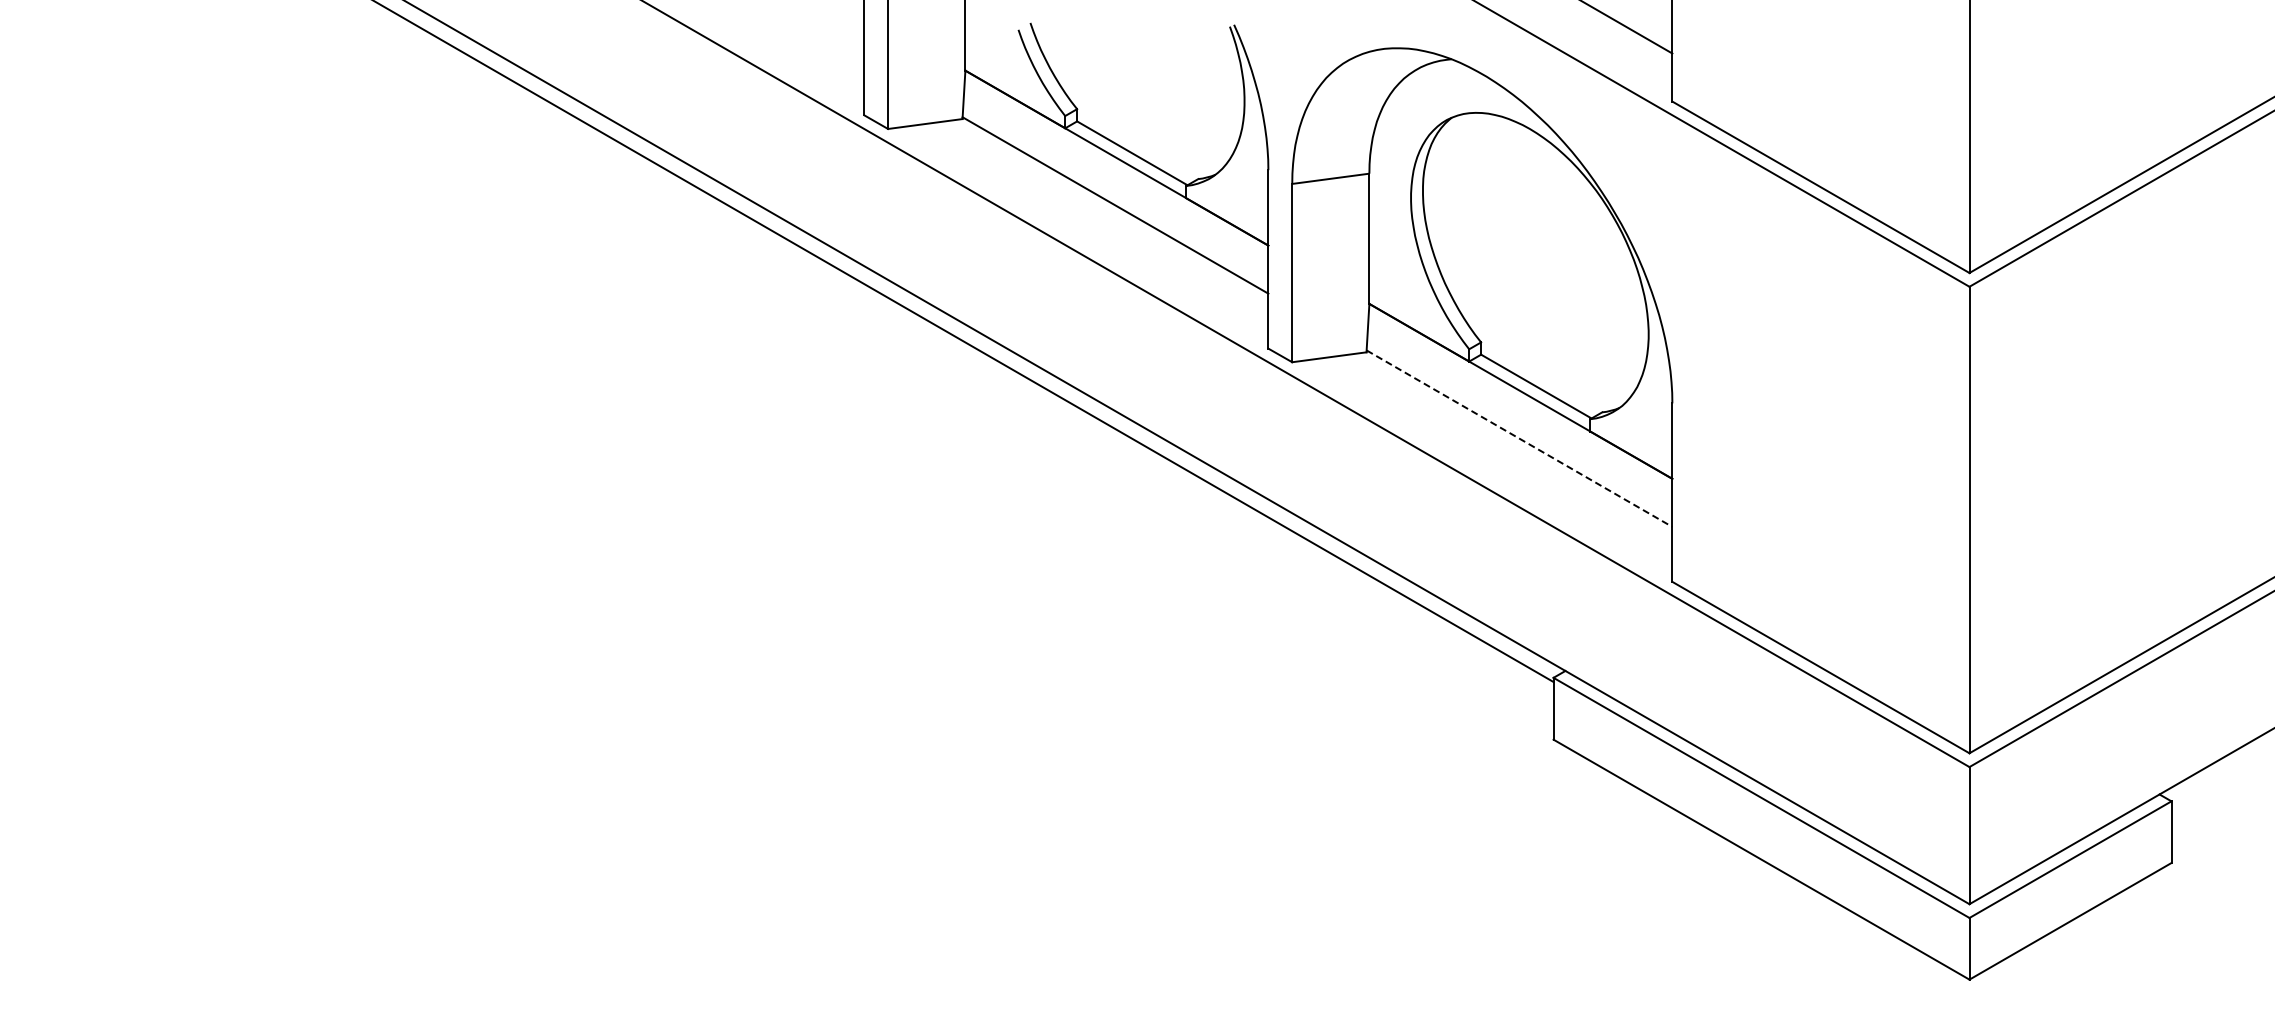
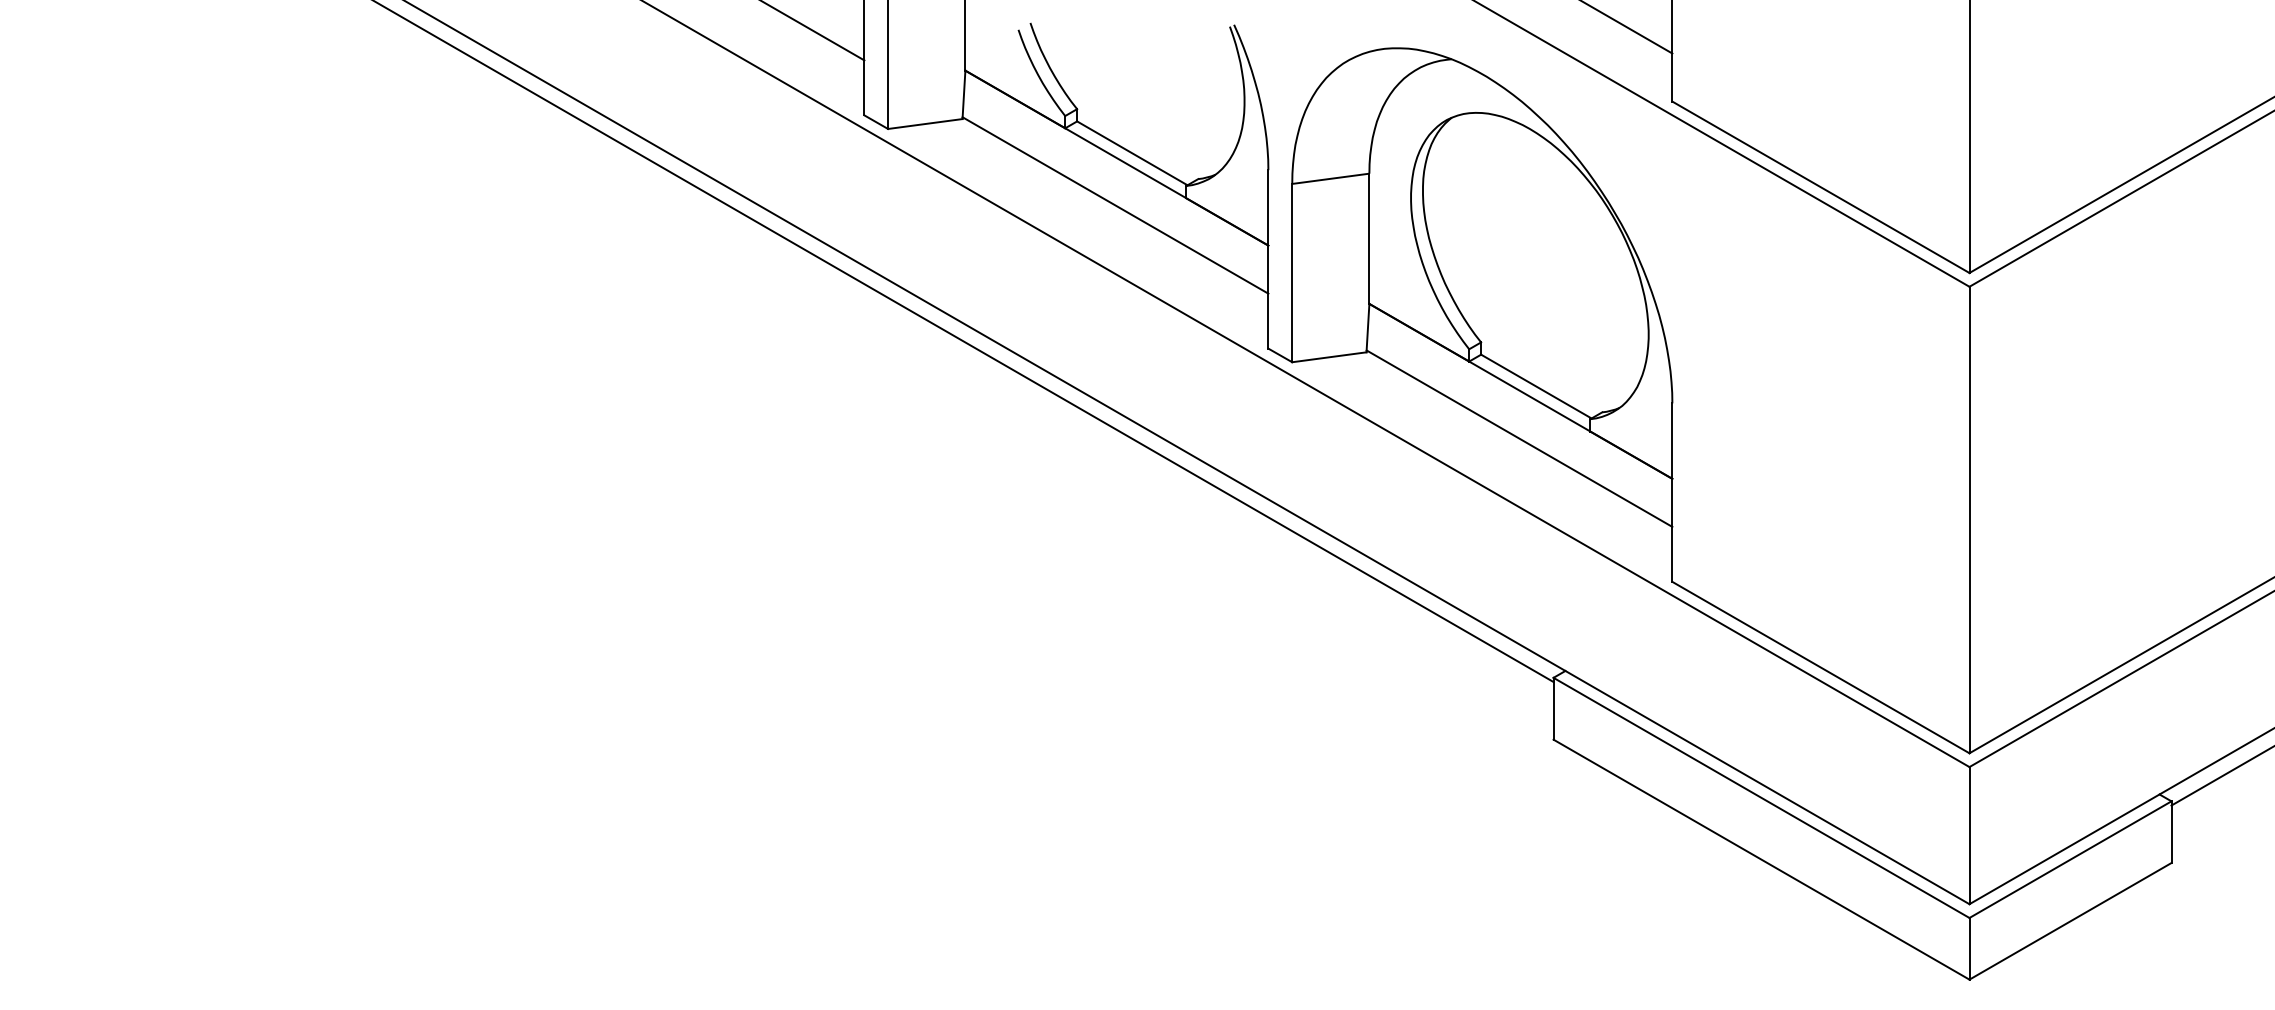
line at (813, 31): none -> present
line at (1519, 438): dashed -> solid
line at (2221, 776): none -> present
